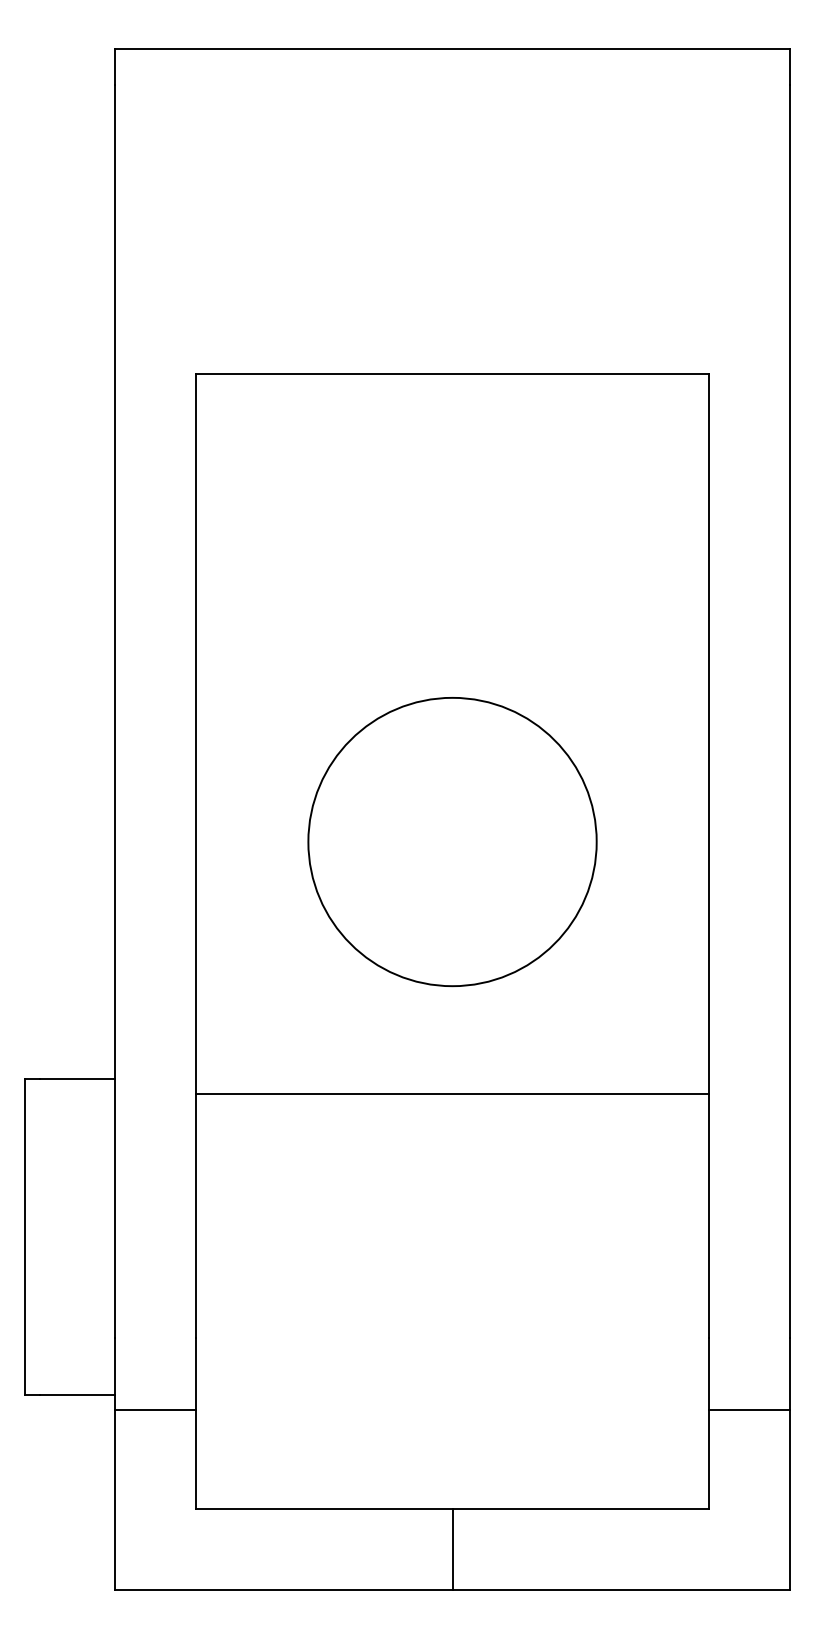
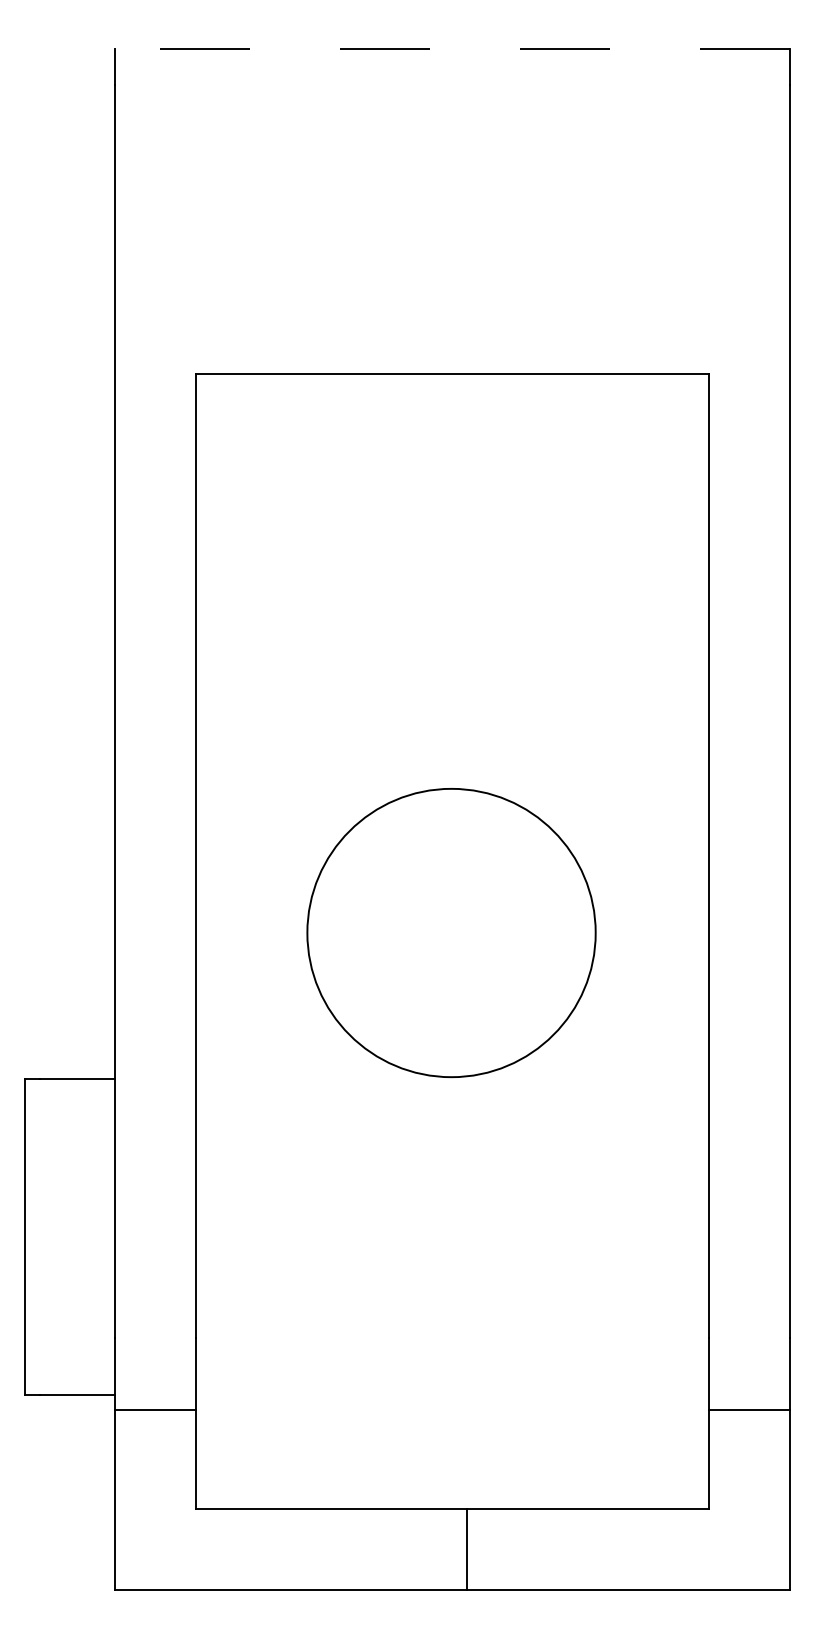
line at (452, 49): solid -> dashed
circle at (452, 842) position: (452, 842) -> (451, 933)
line at (452, 1094): present -> none
line at (452, 1548) position: (452, 1548) -> (466, 1548)
